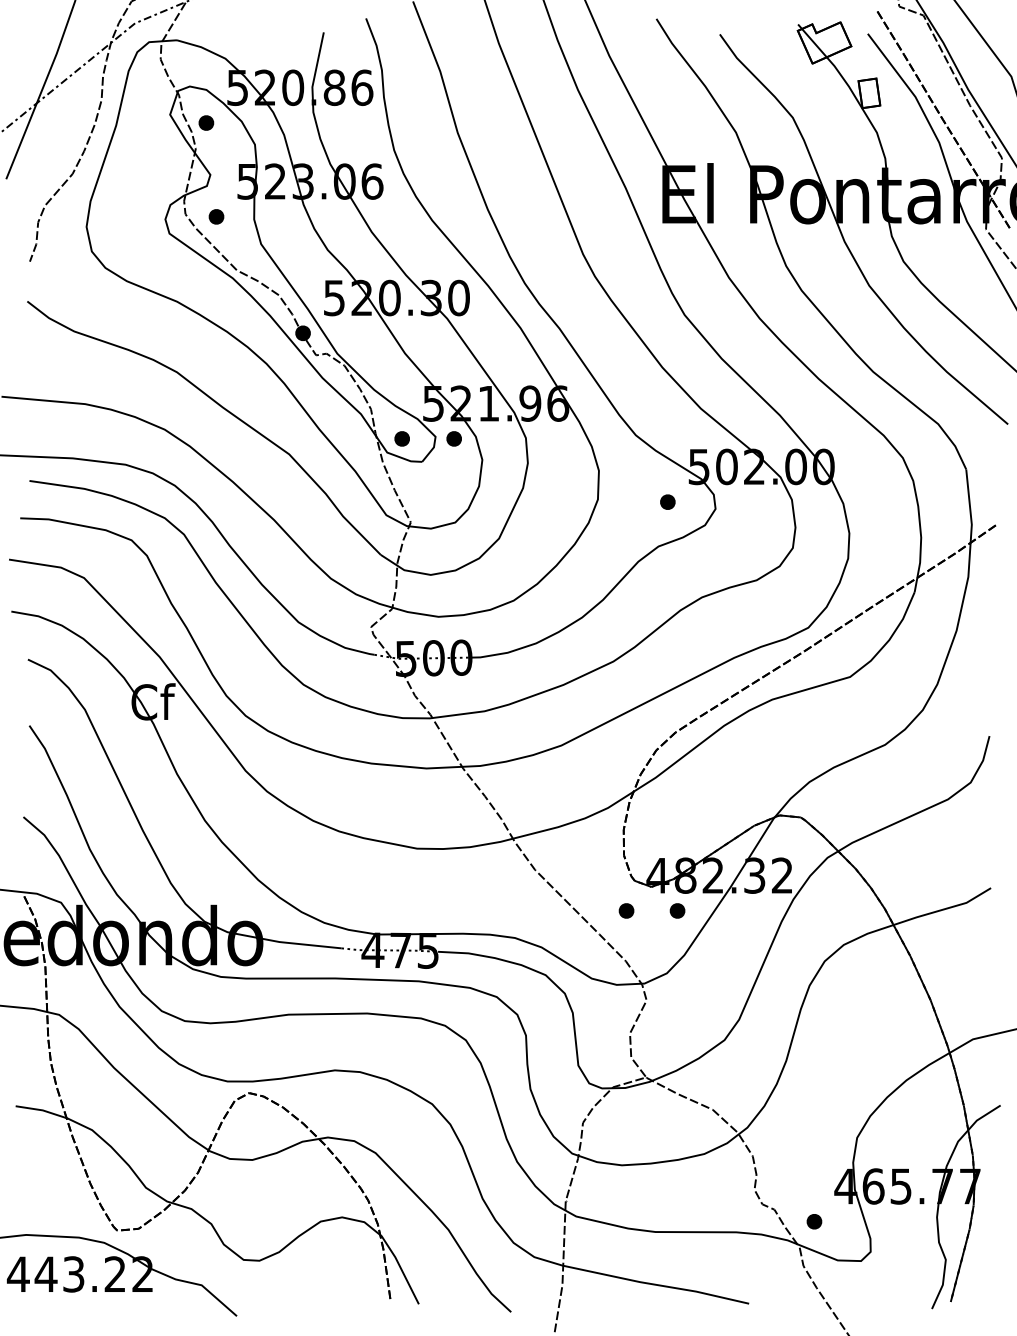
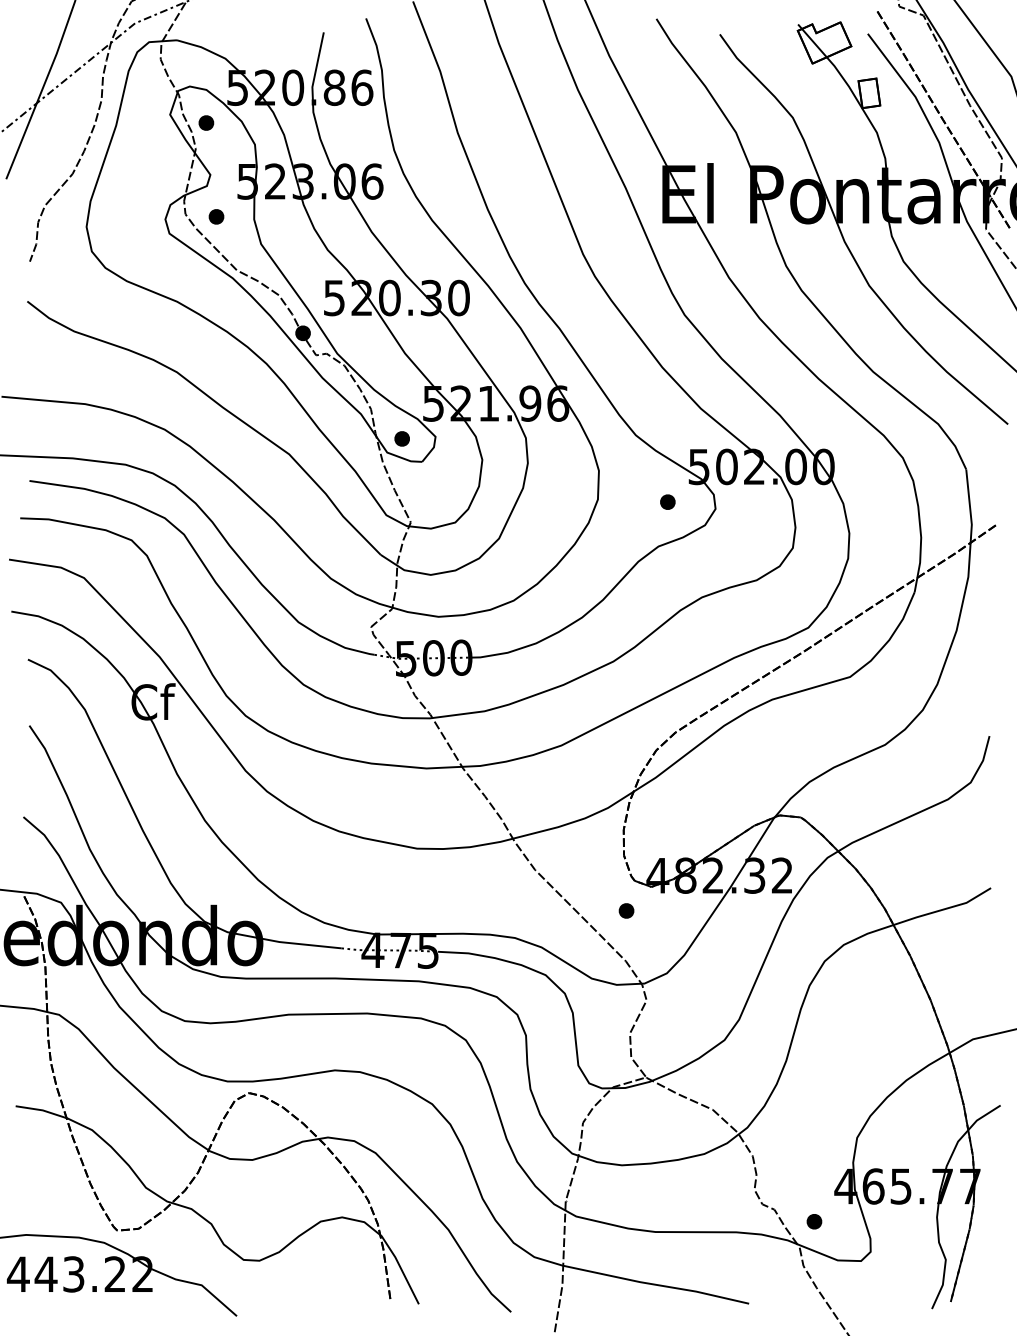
part at (453, 438): present -> none
part at (677, 910): present -> none
